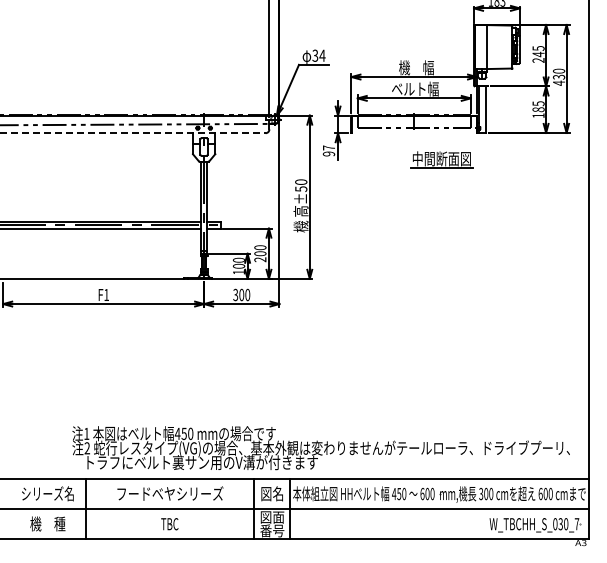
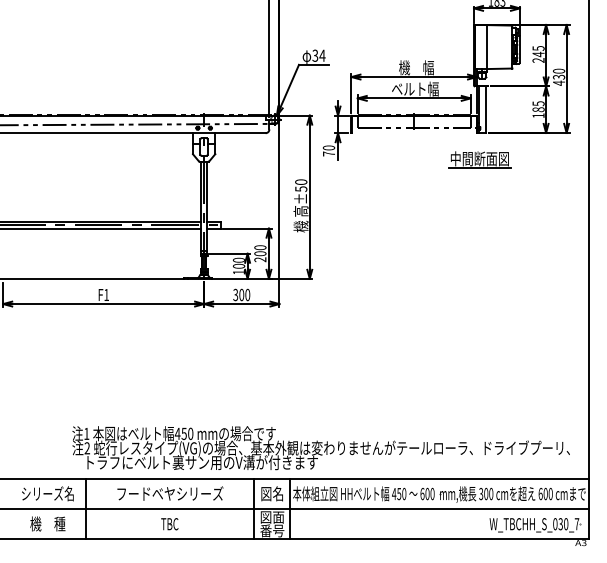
line at (132, 133): dashed -> solid
text at (328, 150): 97 -> 70
part at (441, 159) position: (441, 159) -> (479, 159)
